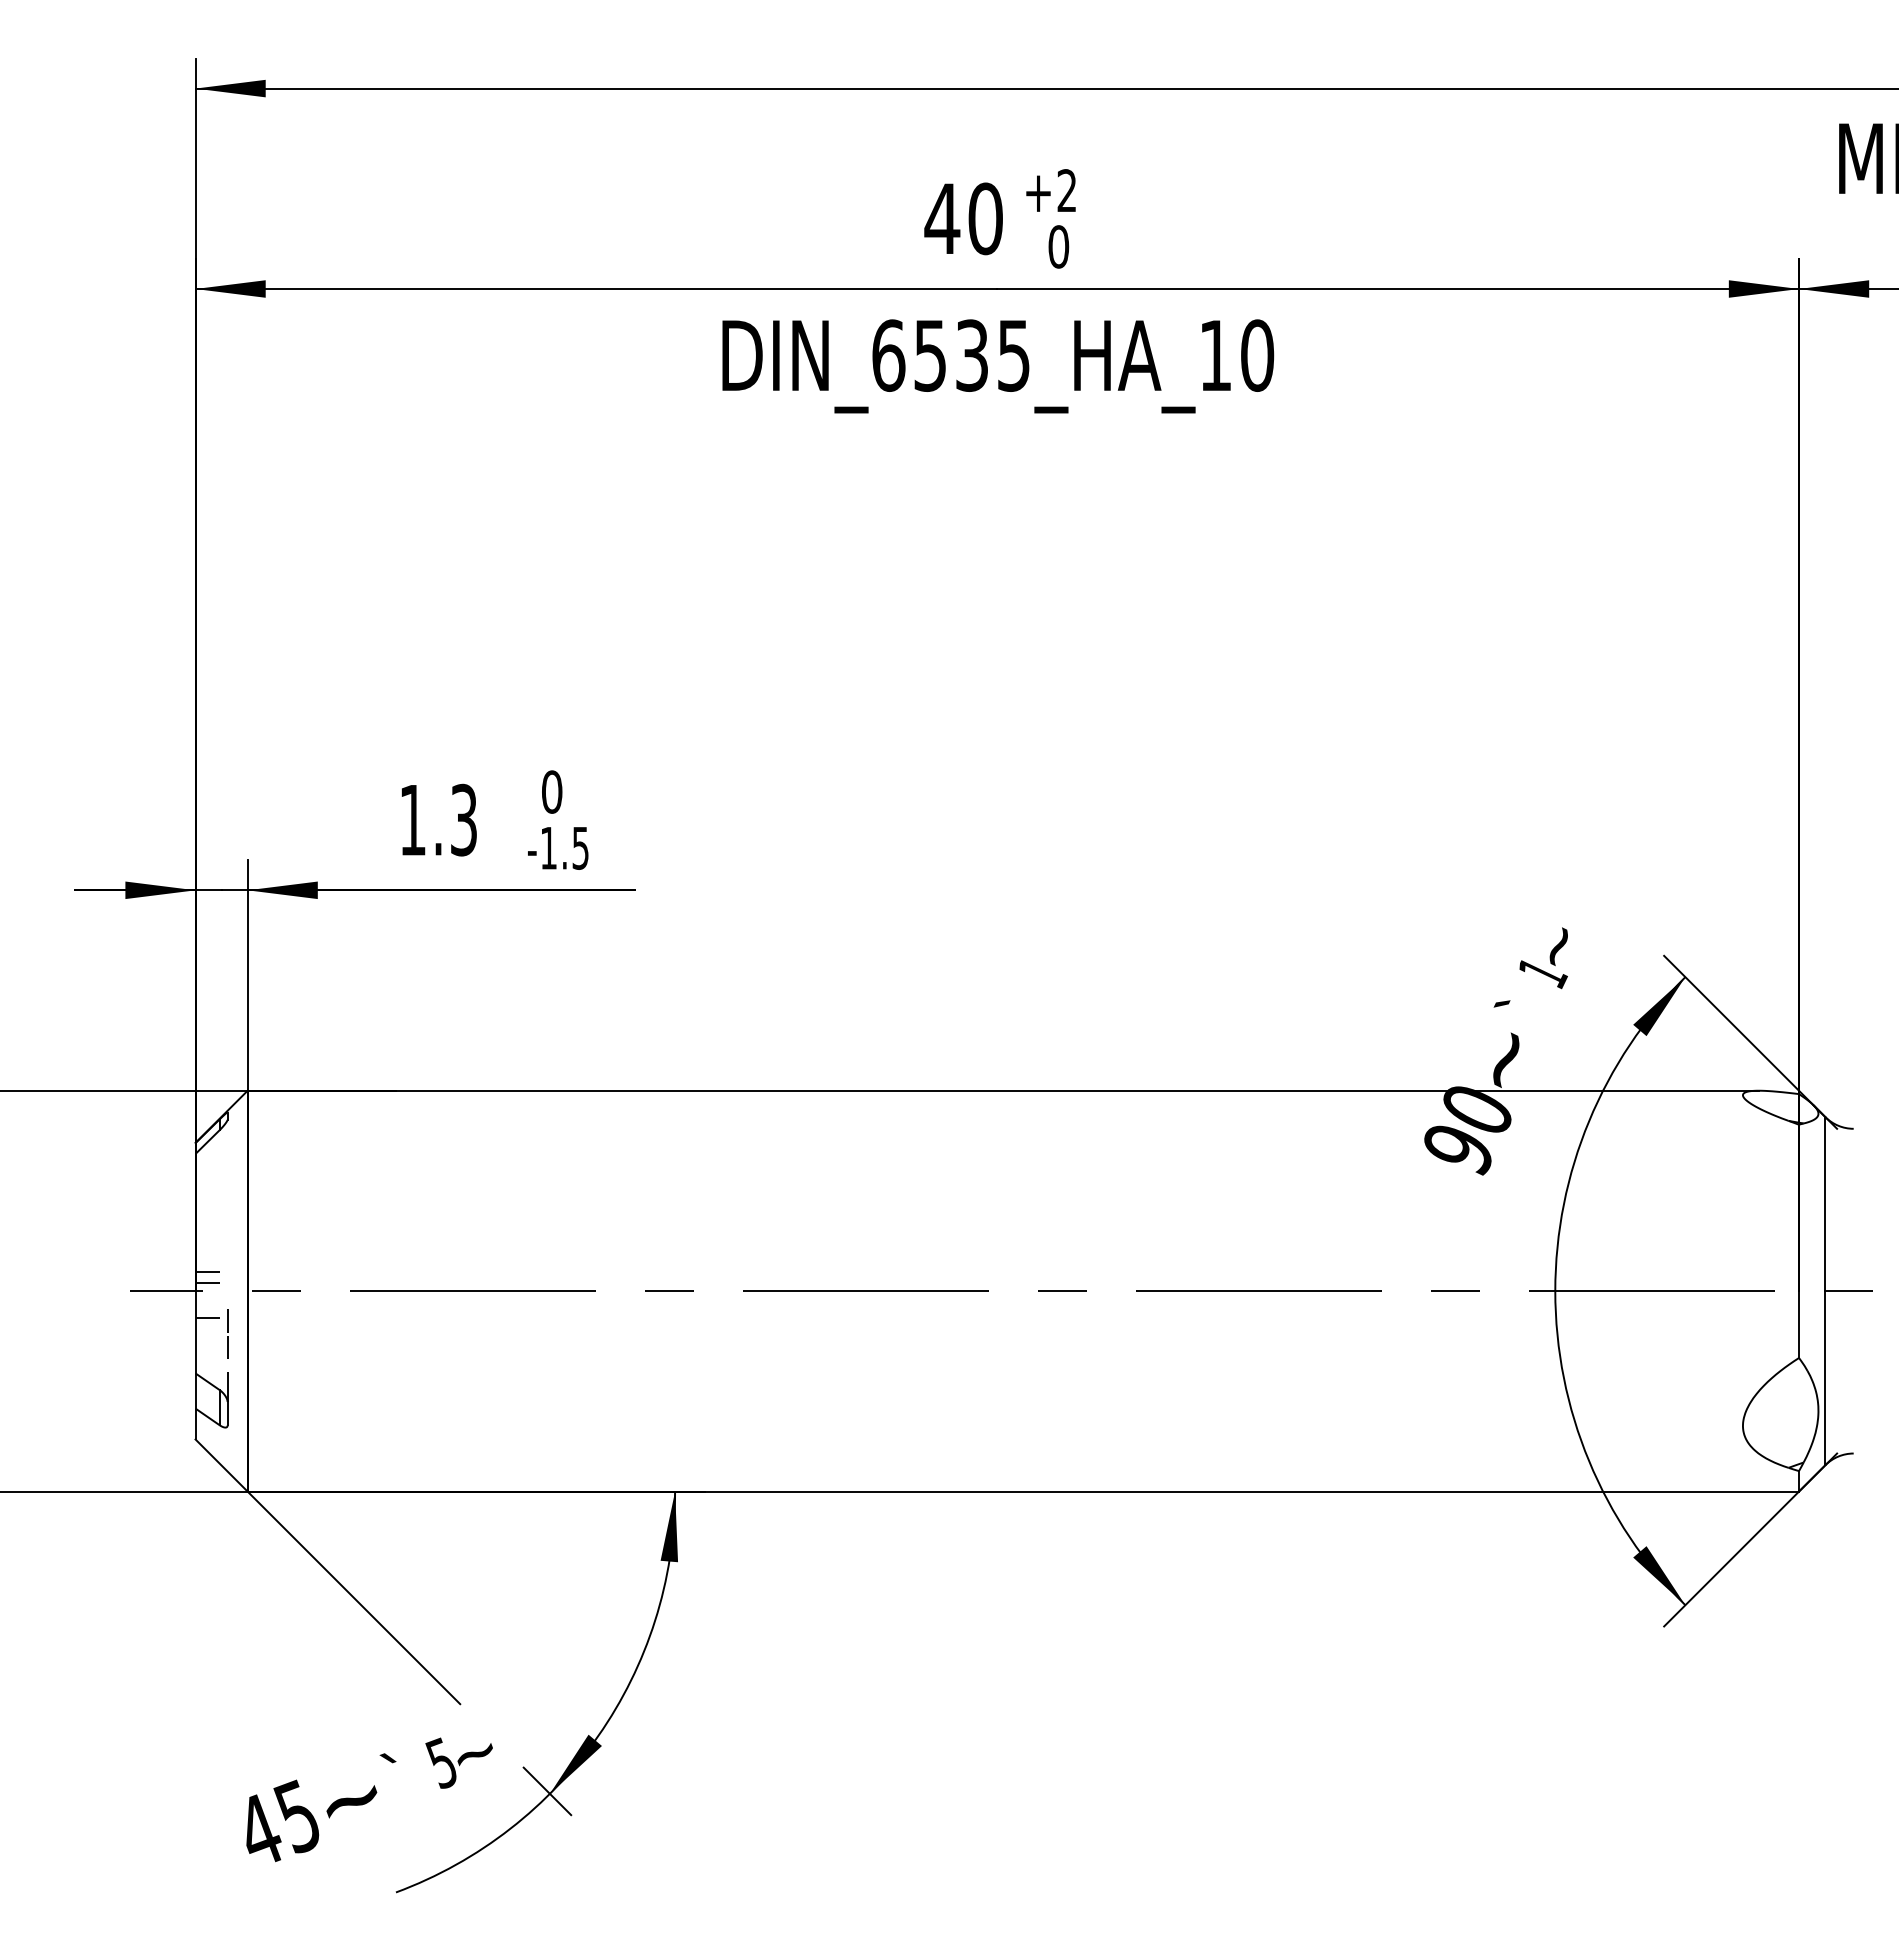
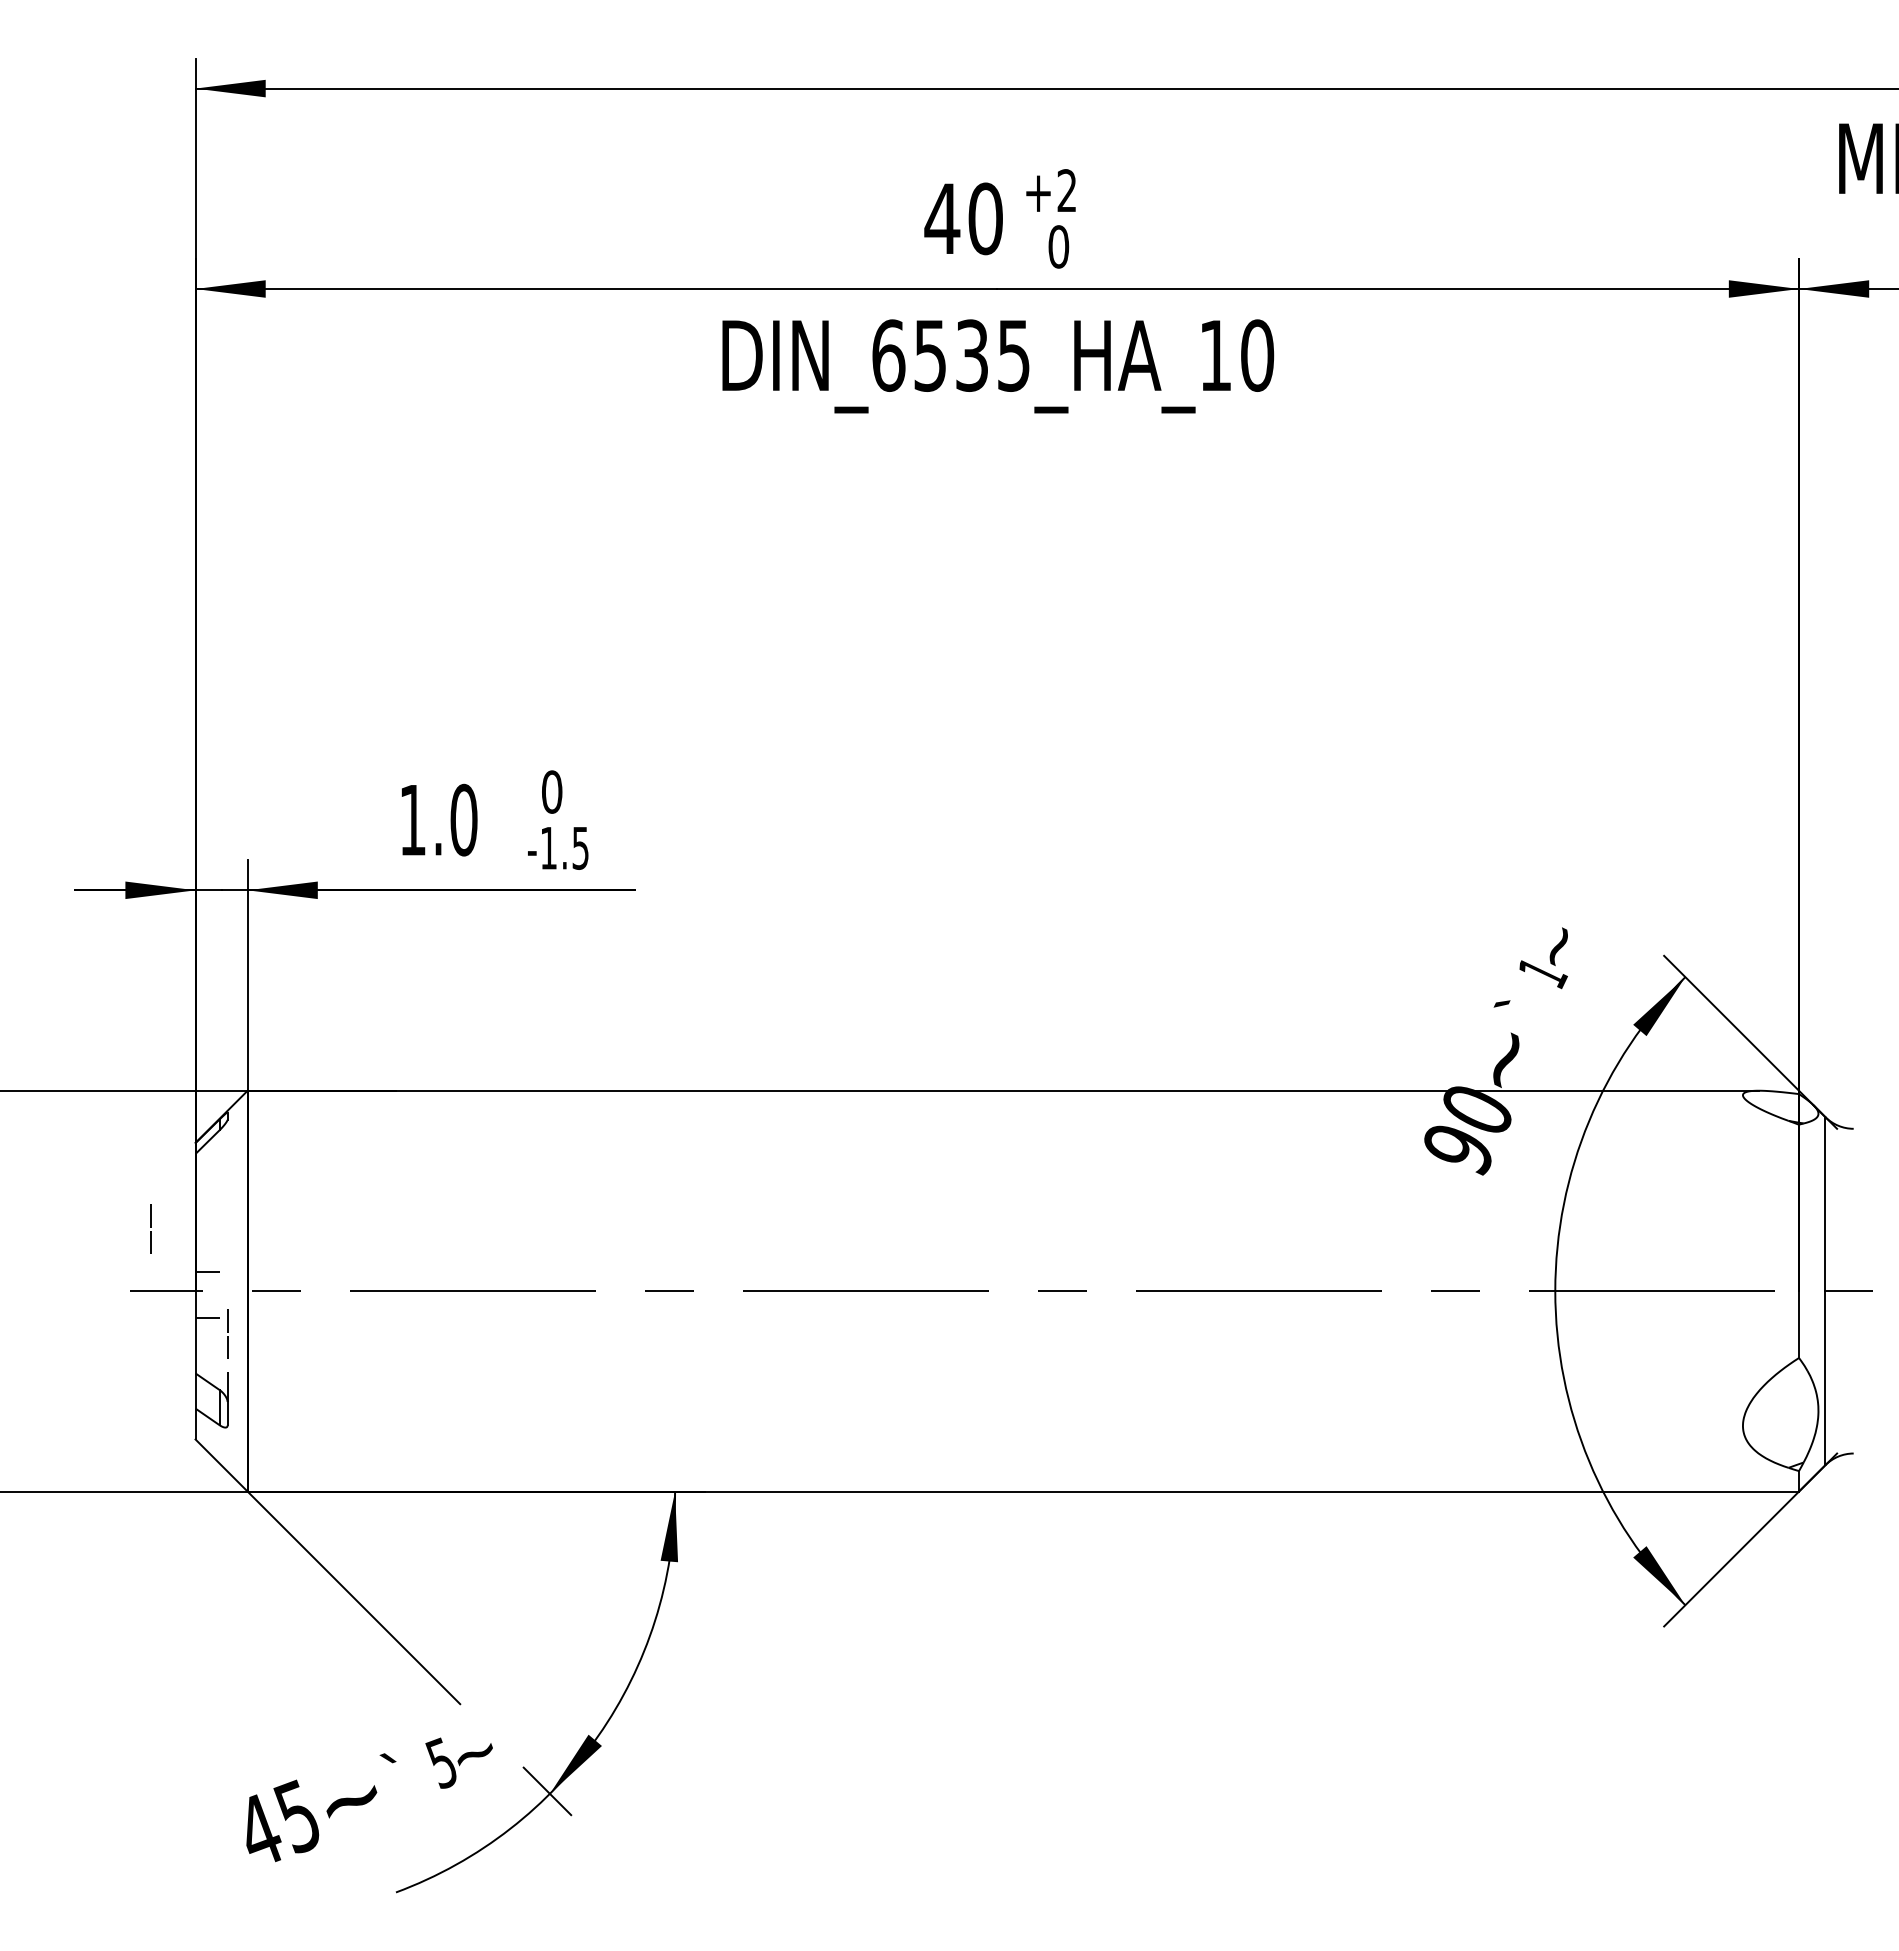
text at (463, 819): 1.3 -> 1.0
line at (150, 1227): none -> present
line at (207, 1283): present -> none
